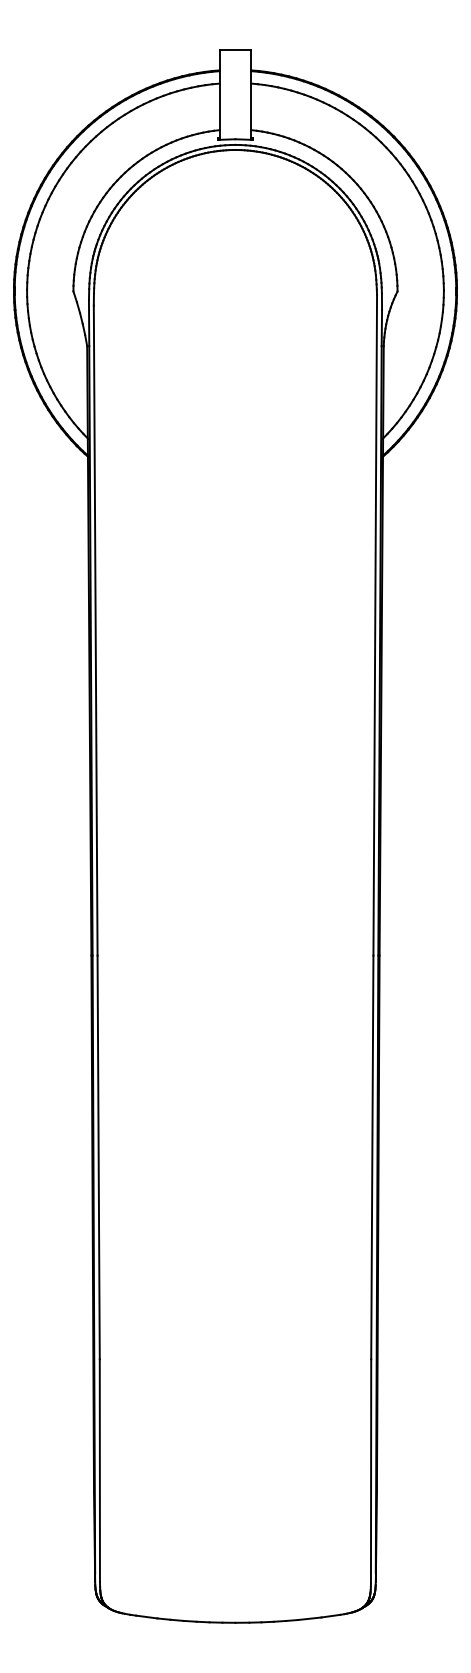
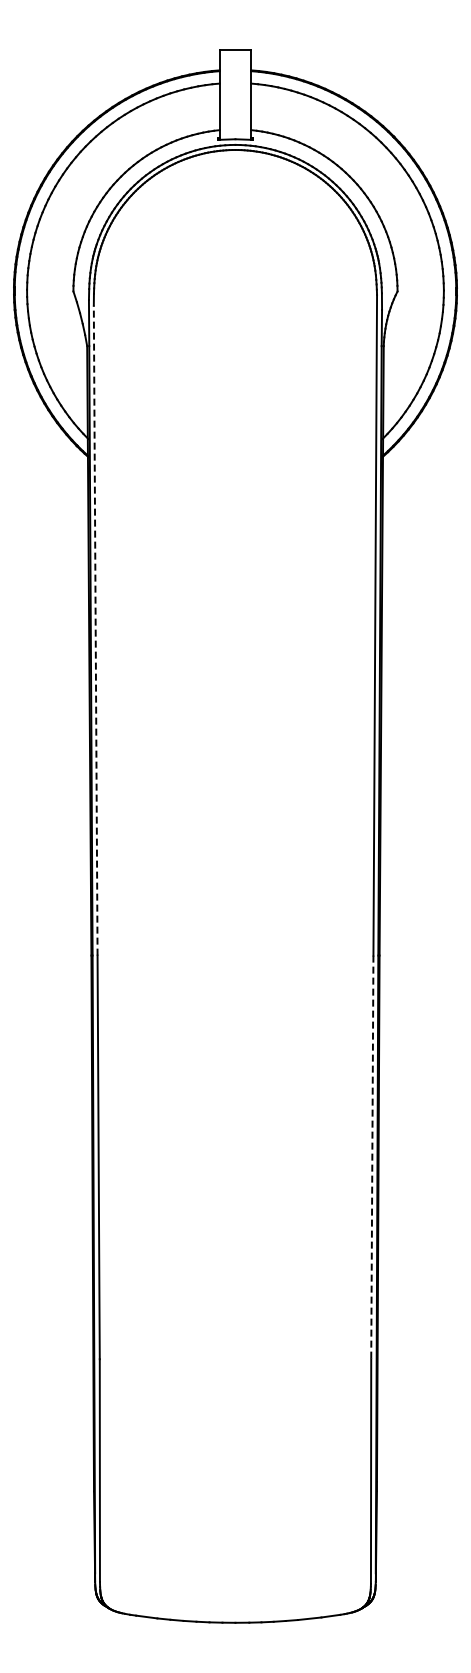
line at (95, 630): solid -> dashed
line at (372, 1157): solid -> dashed
